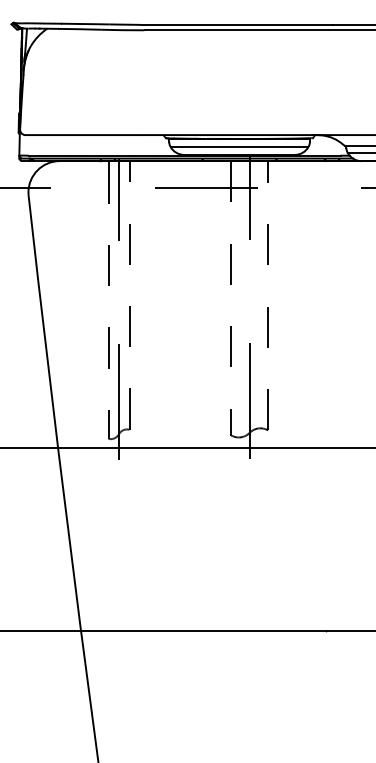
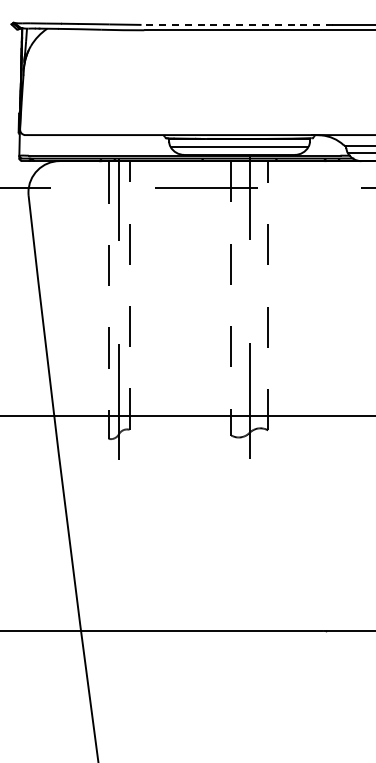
line at (237, 24): solid -> dashed
line at (187, 448) position: (187, 448) -> (187, 416)
